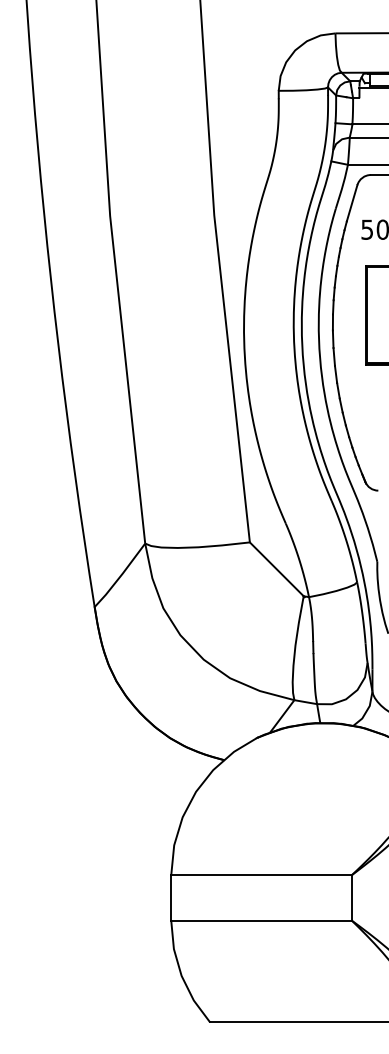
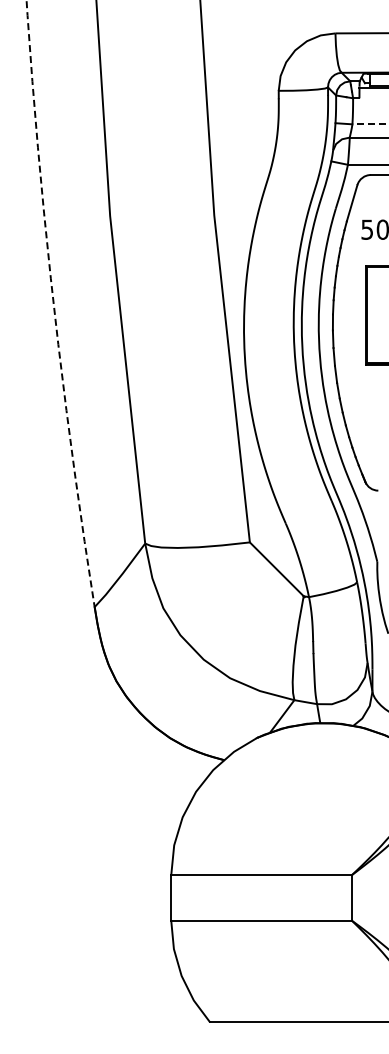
line at (370, 124): solid -> dashed
arc at (53, 304): solid -> dashed
